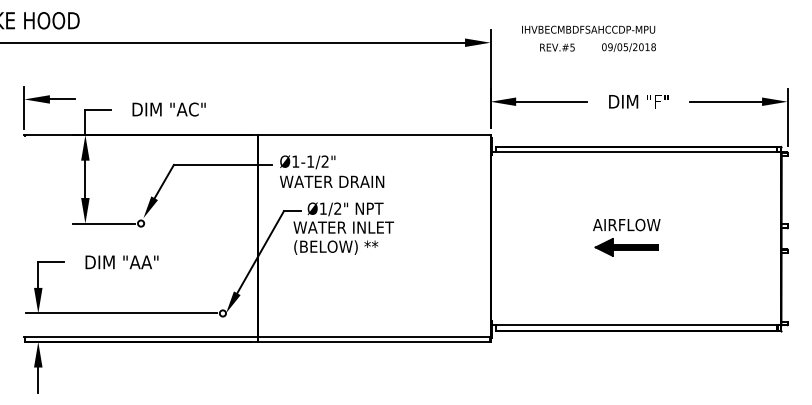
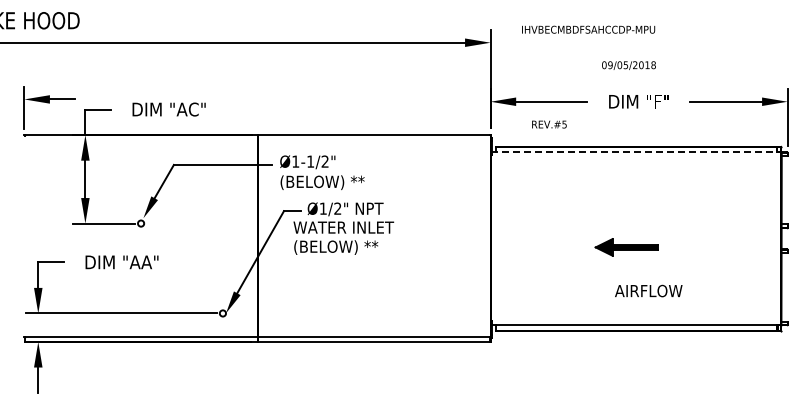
text at (557, 47) position: (557, 47) -> (549, 124)
text at (628, 47) position: (628, 47) -> (628, 65)
line at (634, 152): solid -> dashed
text at (332, 182): WATER DRAIN -> (BELOW) **
text at (626, 224) position: (626, 224) -> (648, 290)
